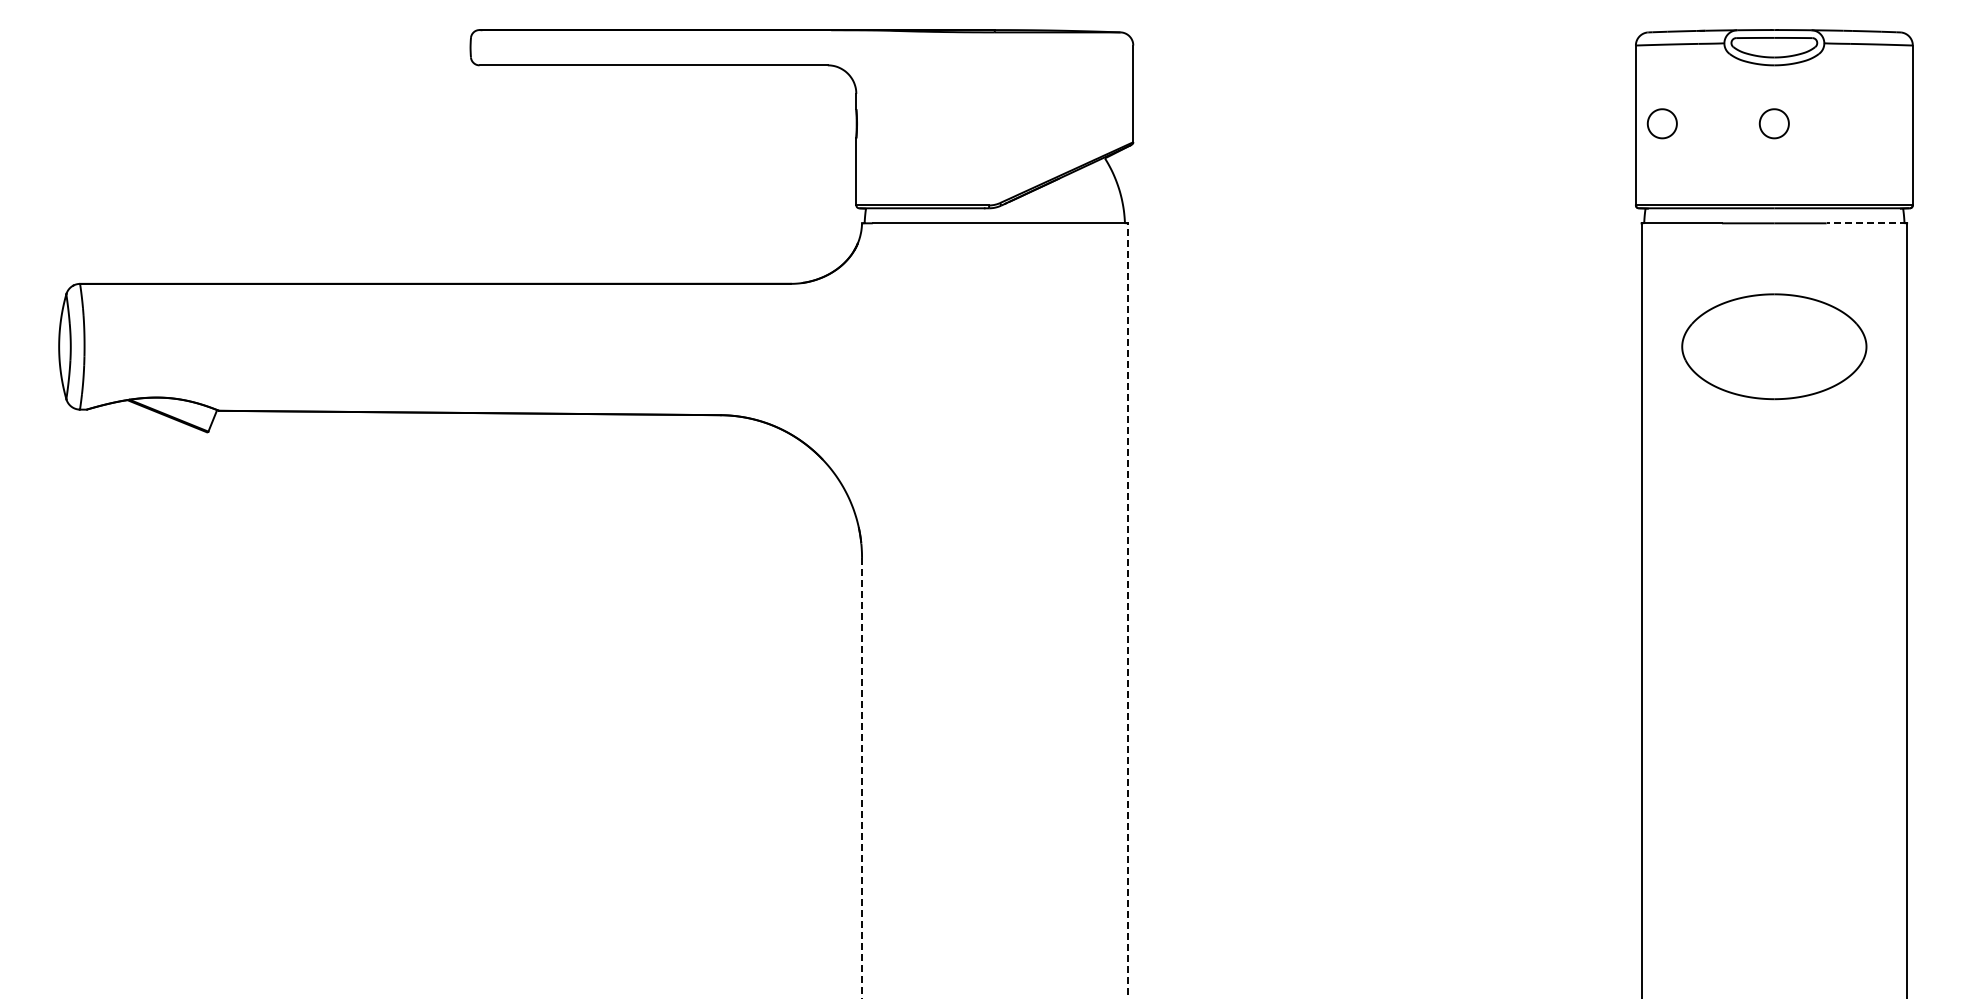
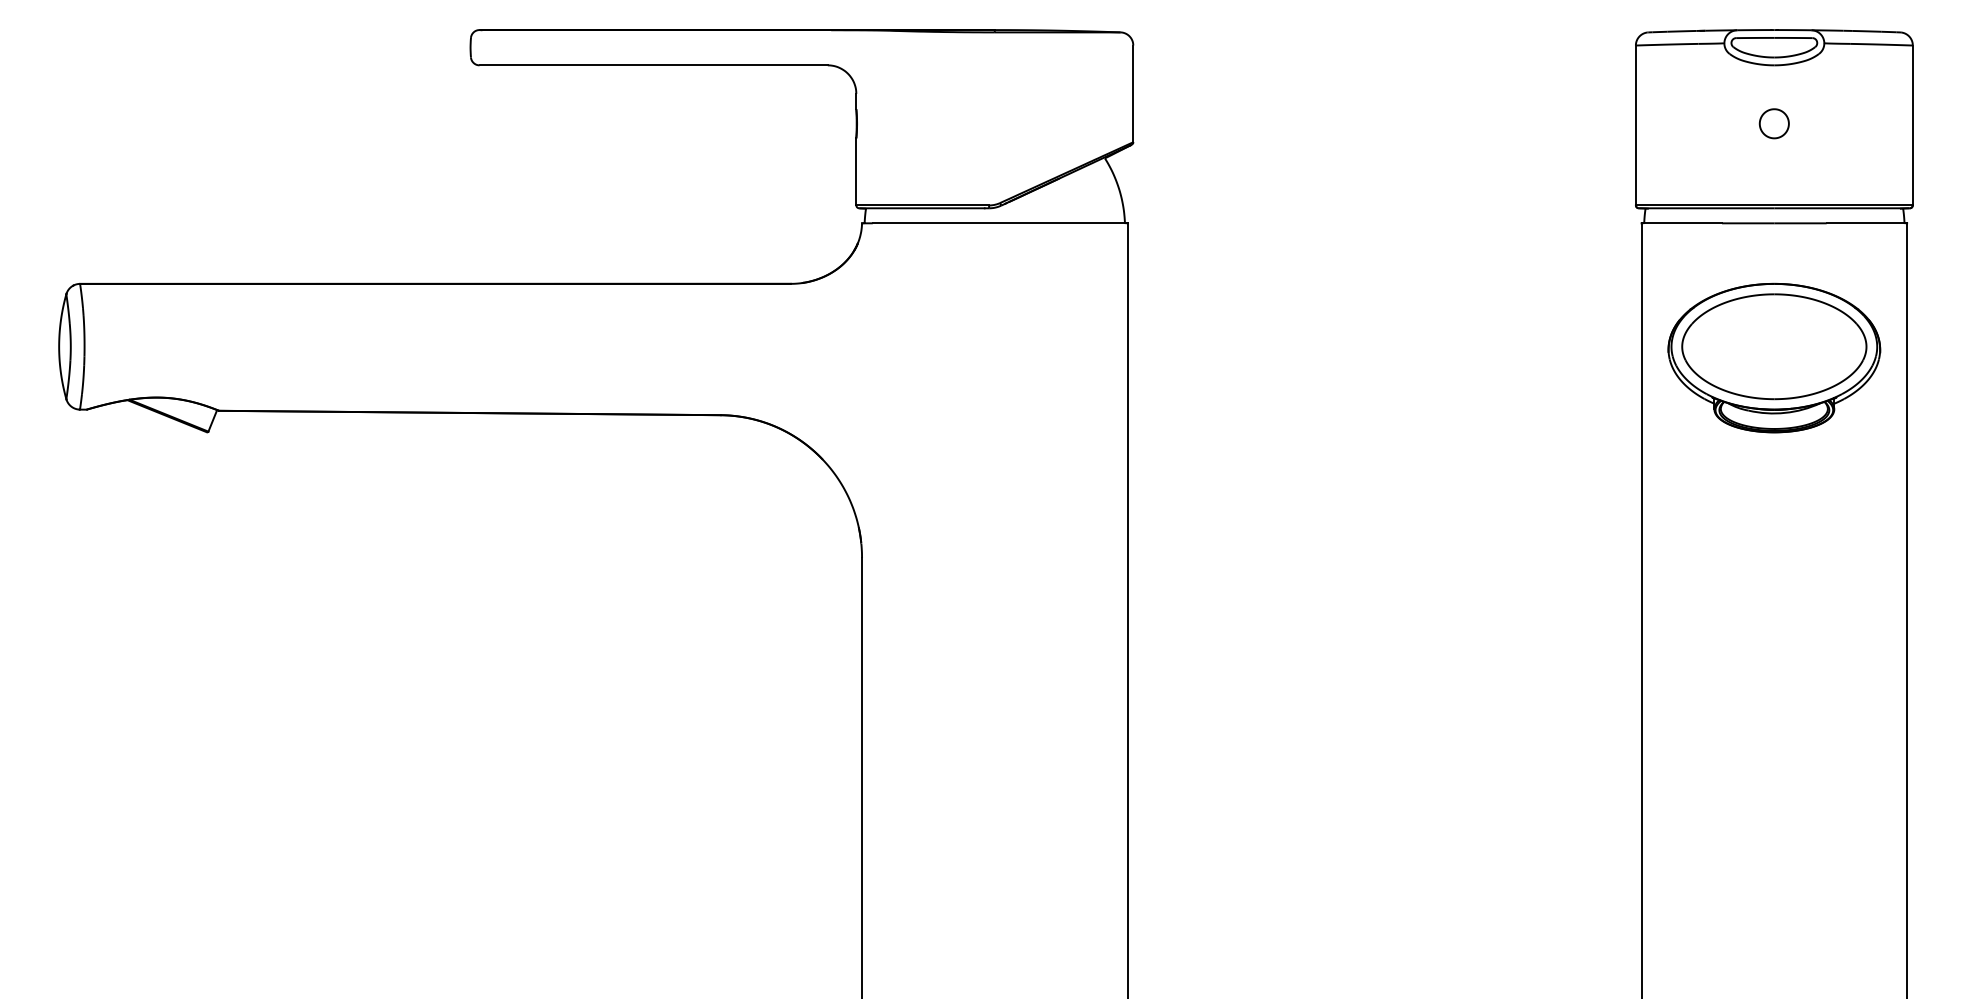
part at (1661, 123): present -> none
line at (1866, 223): dashed -> solid
part at (1774, 357): none -> present
line at (1127, 610): dashed -> solid
line at (862, 778): dashed -> solid
